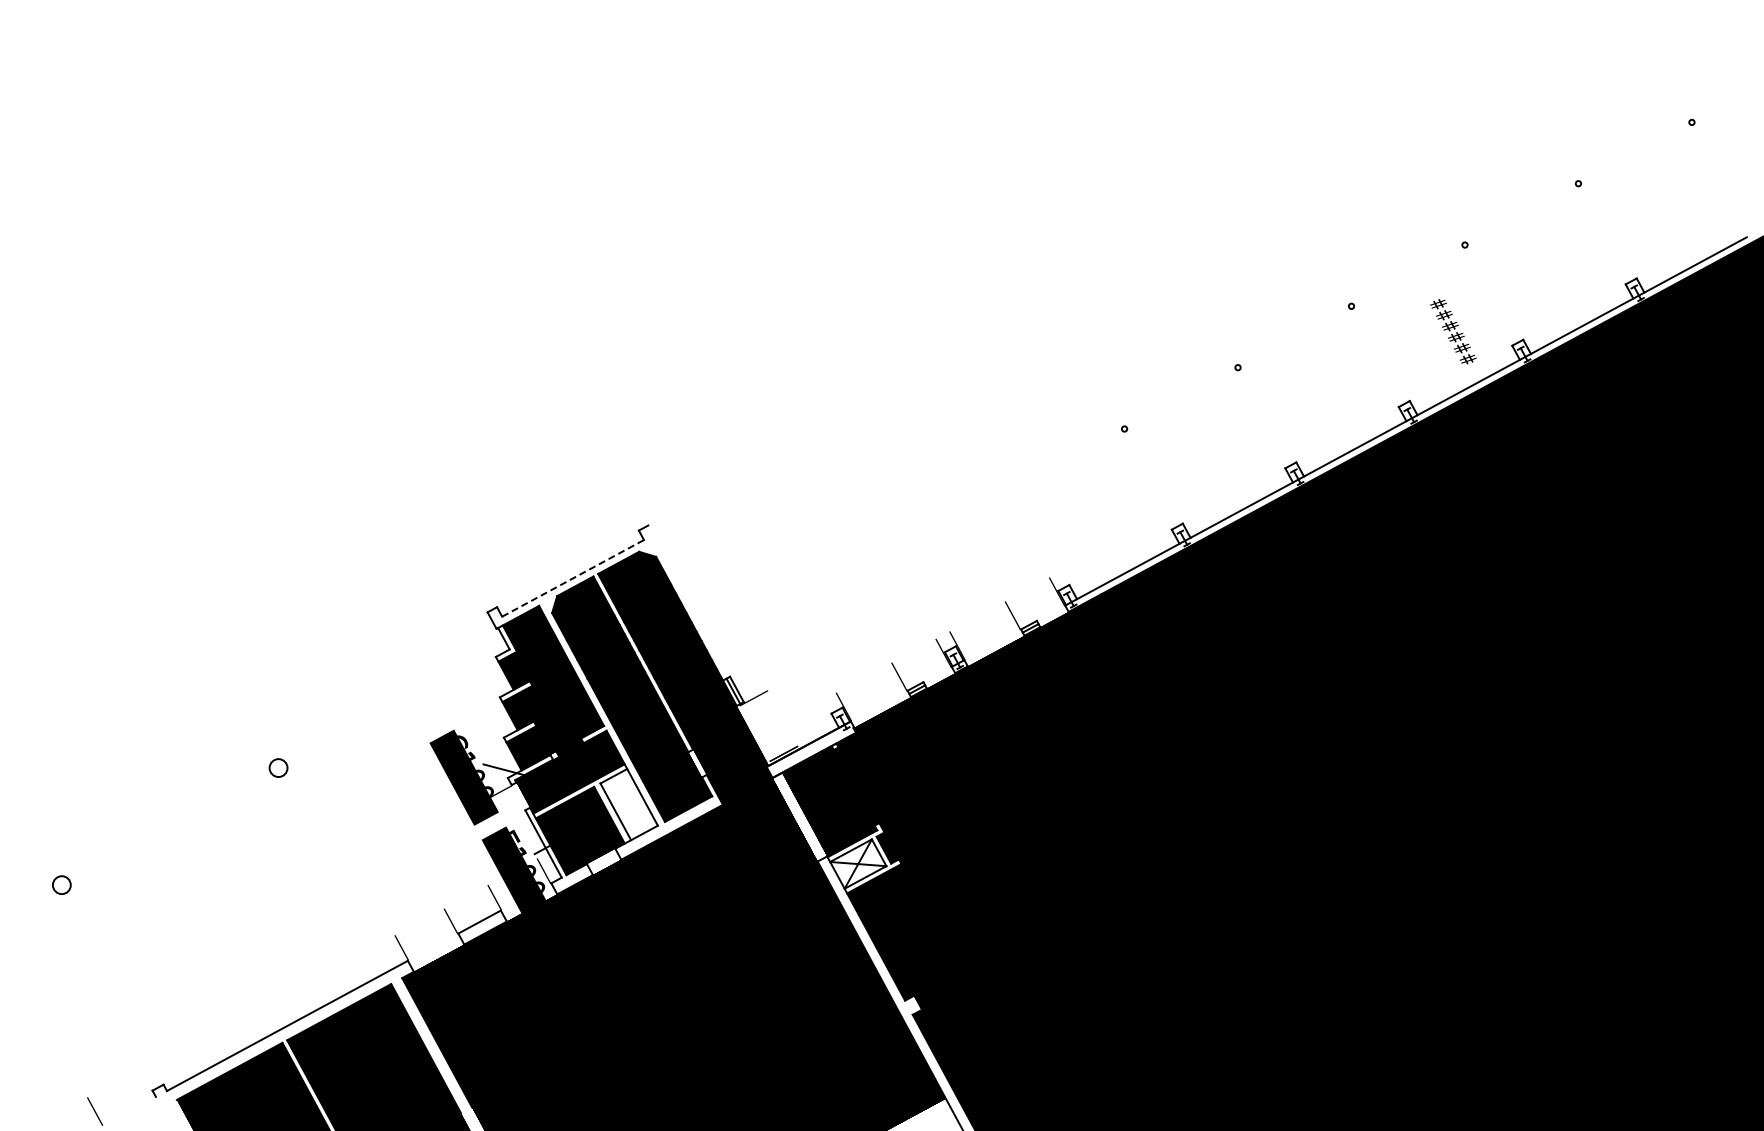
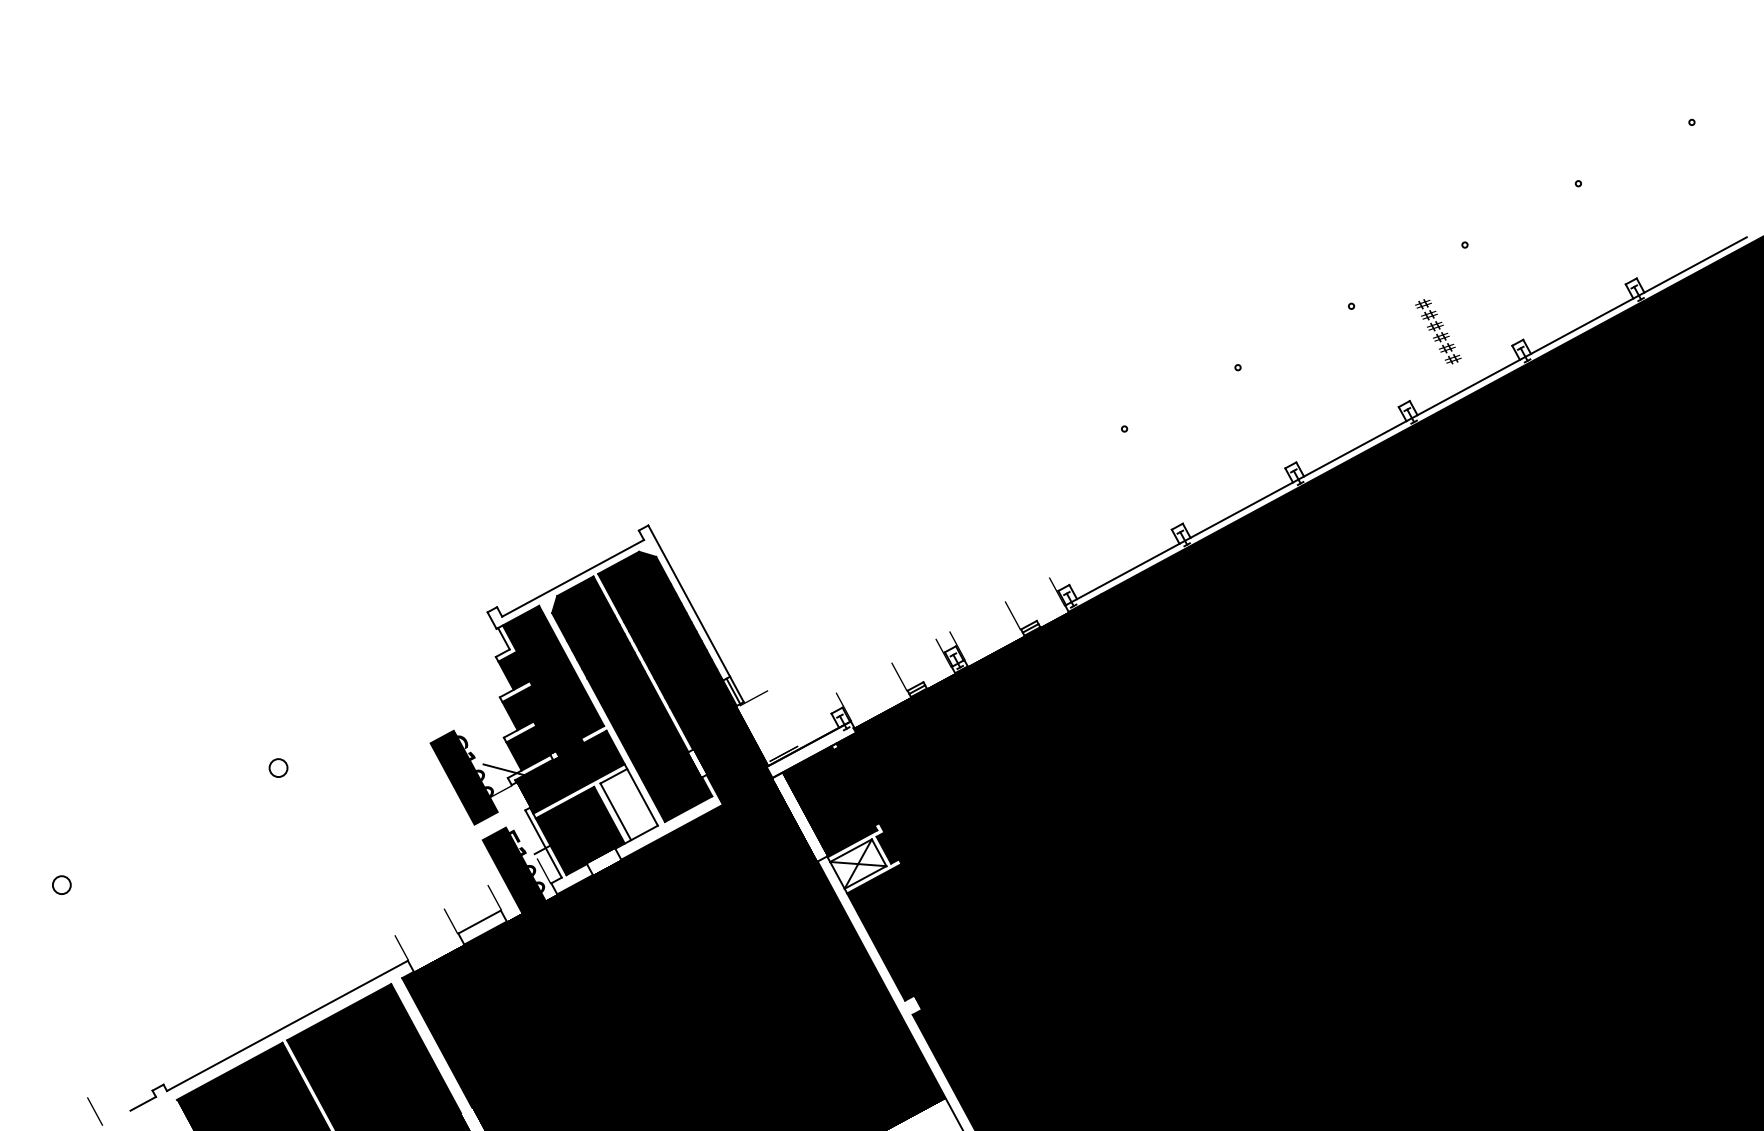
text at (1453, 331) position: (1453, 331) -> (1438, 331)
line at (573, 578): dashed -> solid
line at (689, 600): none -> present
line at (142, 1103): none -> present
